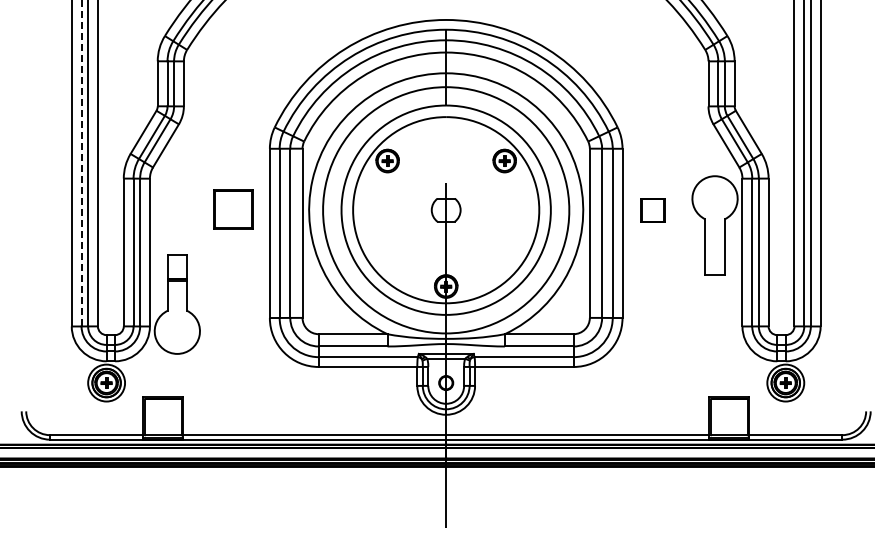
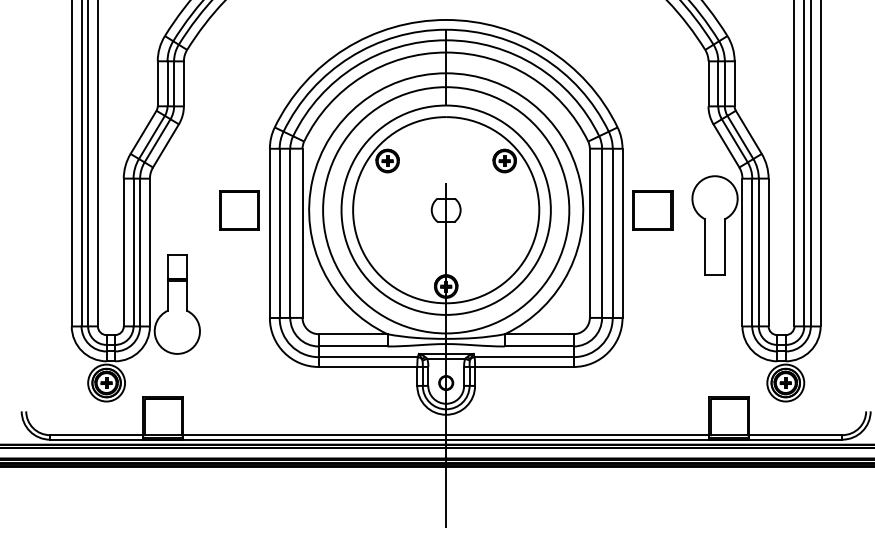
line at (81, 163): dashed -> solid
part at (233, 209) position: (233, 209) -> (239, 210)
part at (652, 210) size: 26x25 px -> 42x41 px
